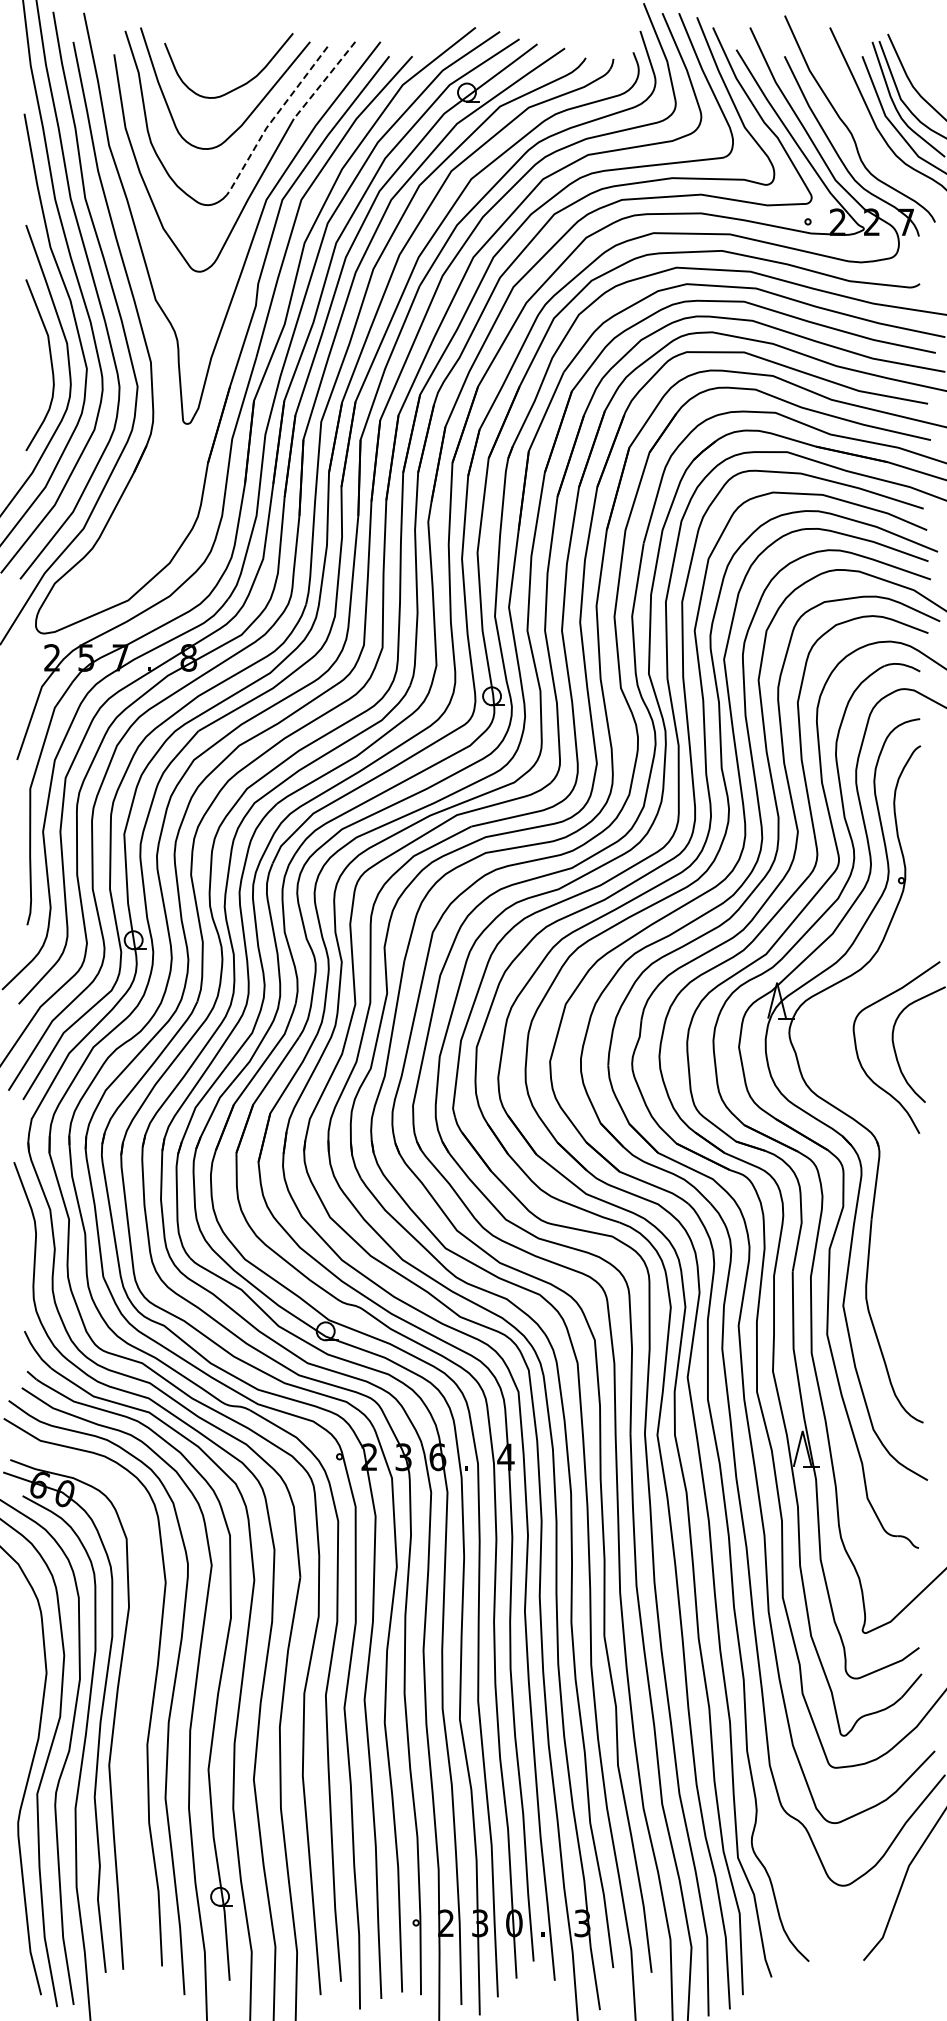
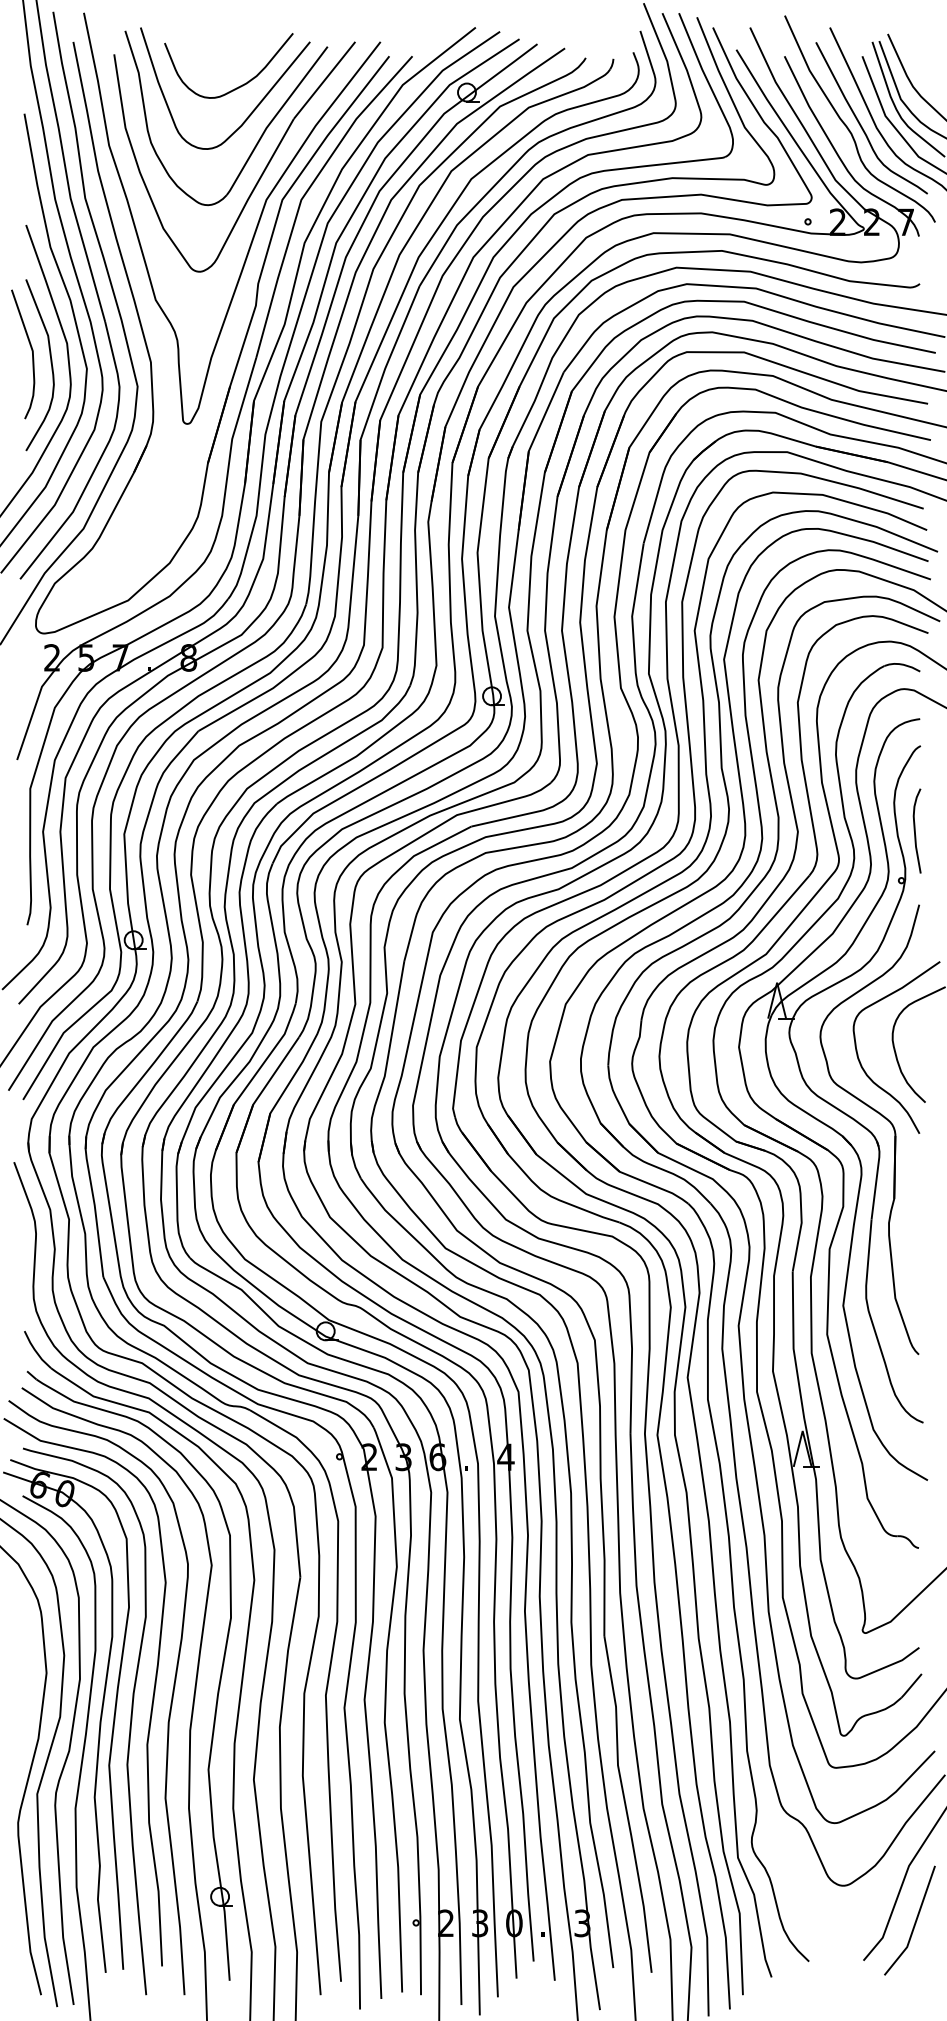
line at (324, 80): dashed -> solid
line at (272, 120): dashed -> solid
curve at (861, 124): none -> present
curve at (31, 351): none -> present
curve at (915, 830): none -> present
part at (881, 1116): none -> present
curve at (129, 1725): none -> present
line at (914, 1922): none -> present
